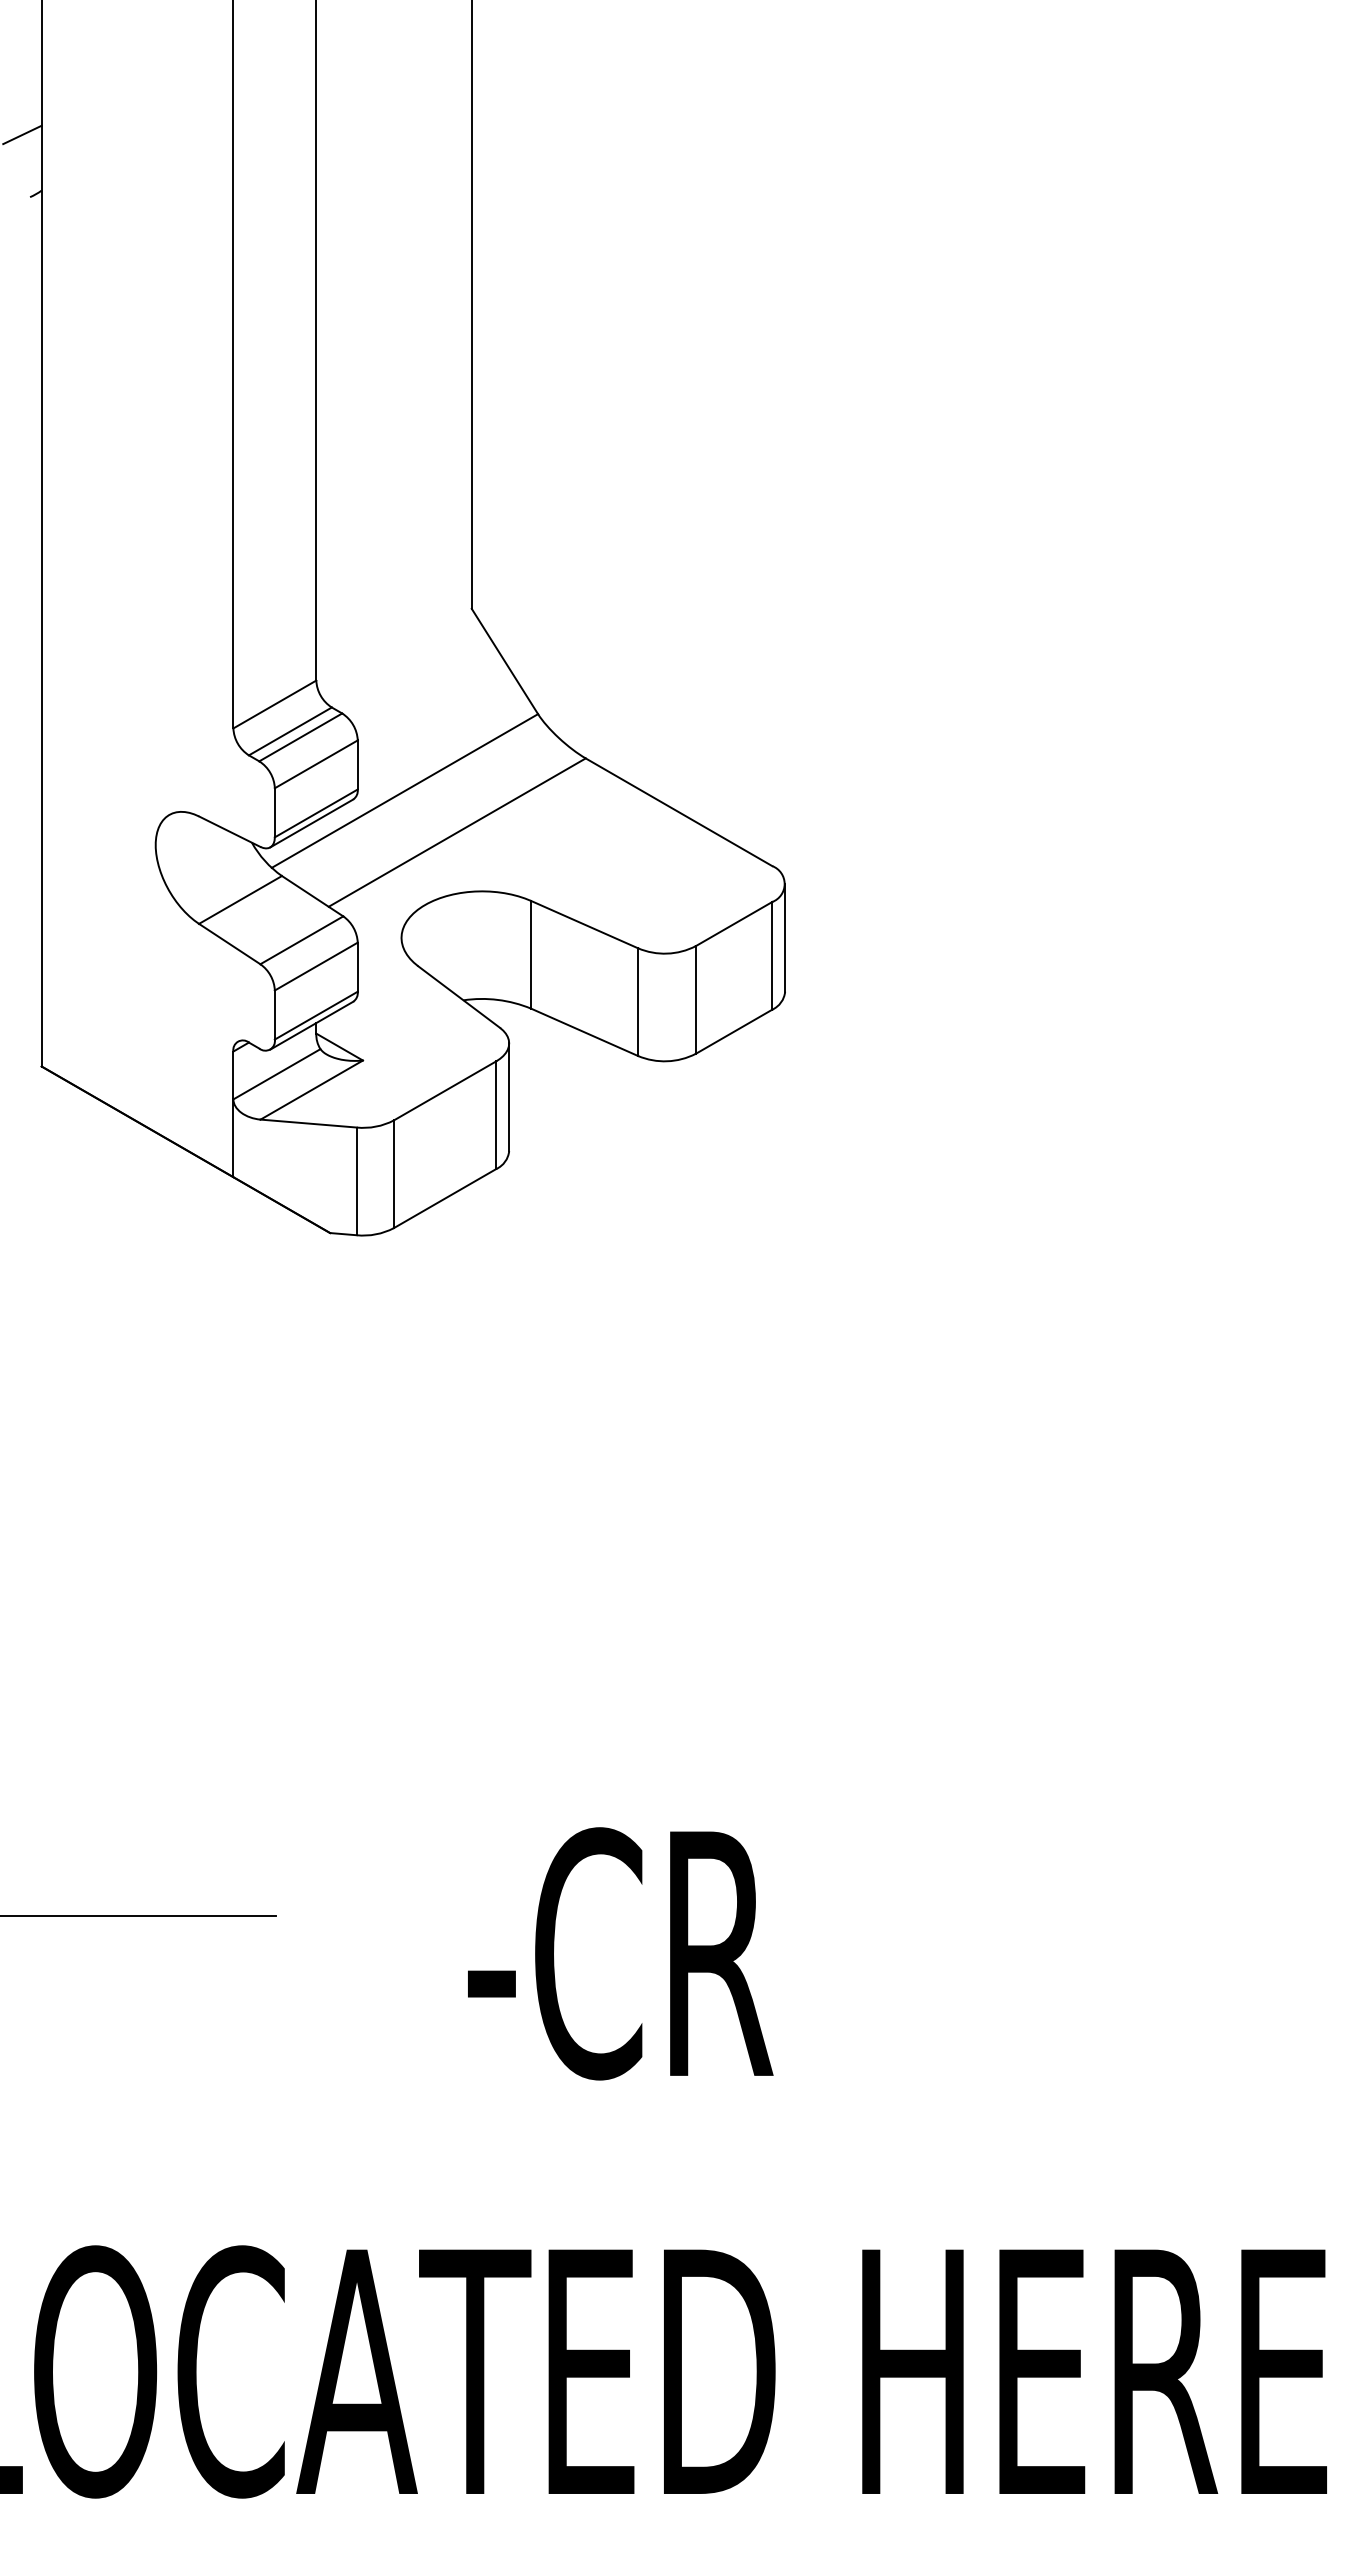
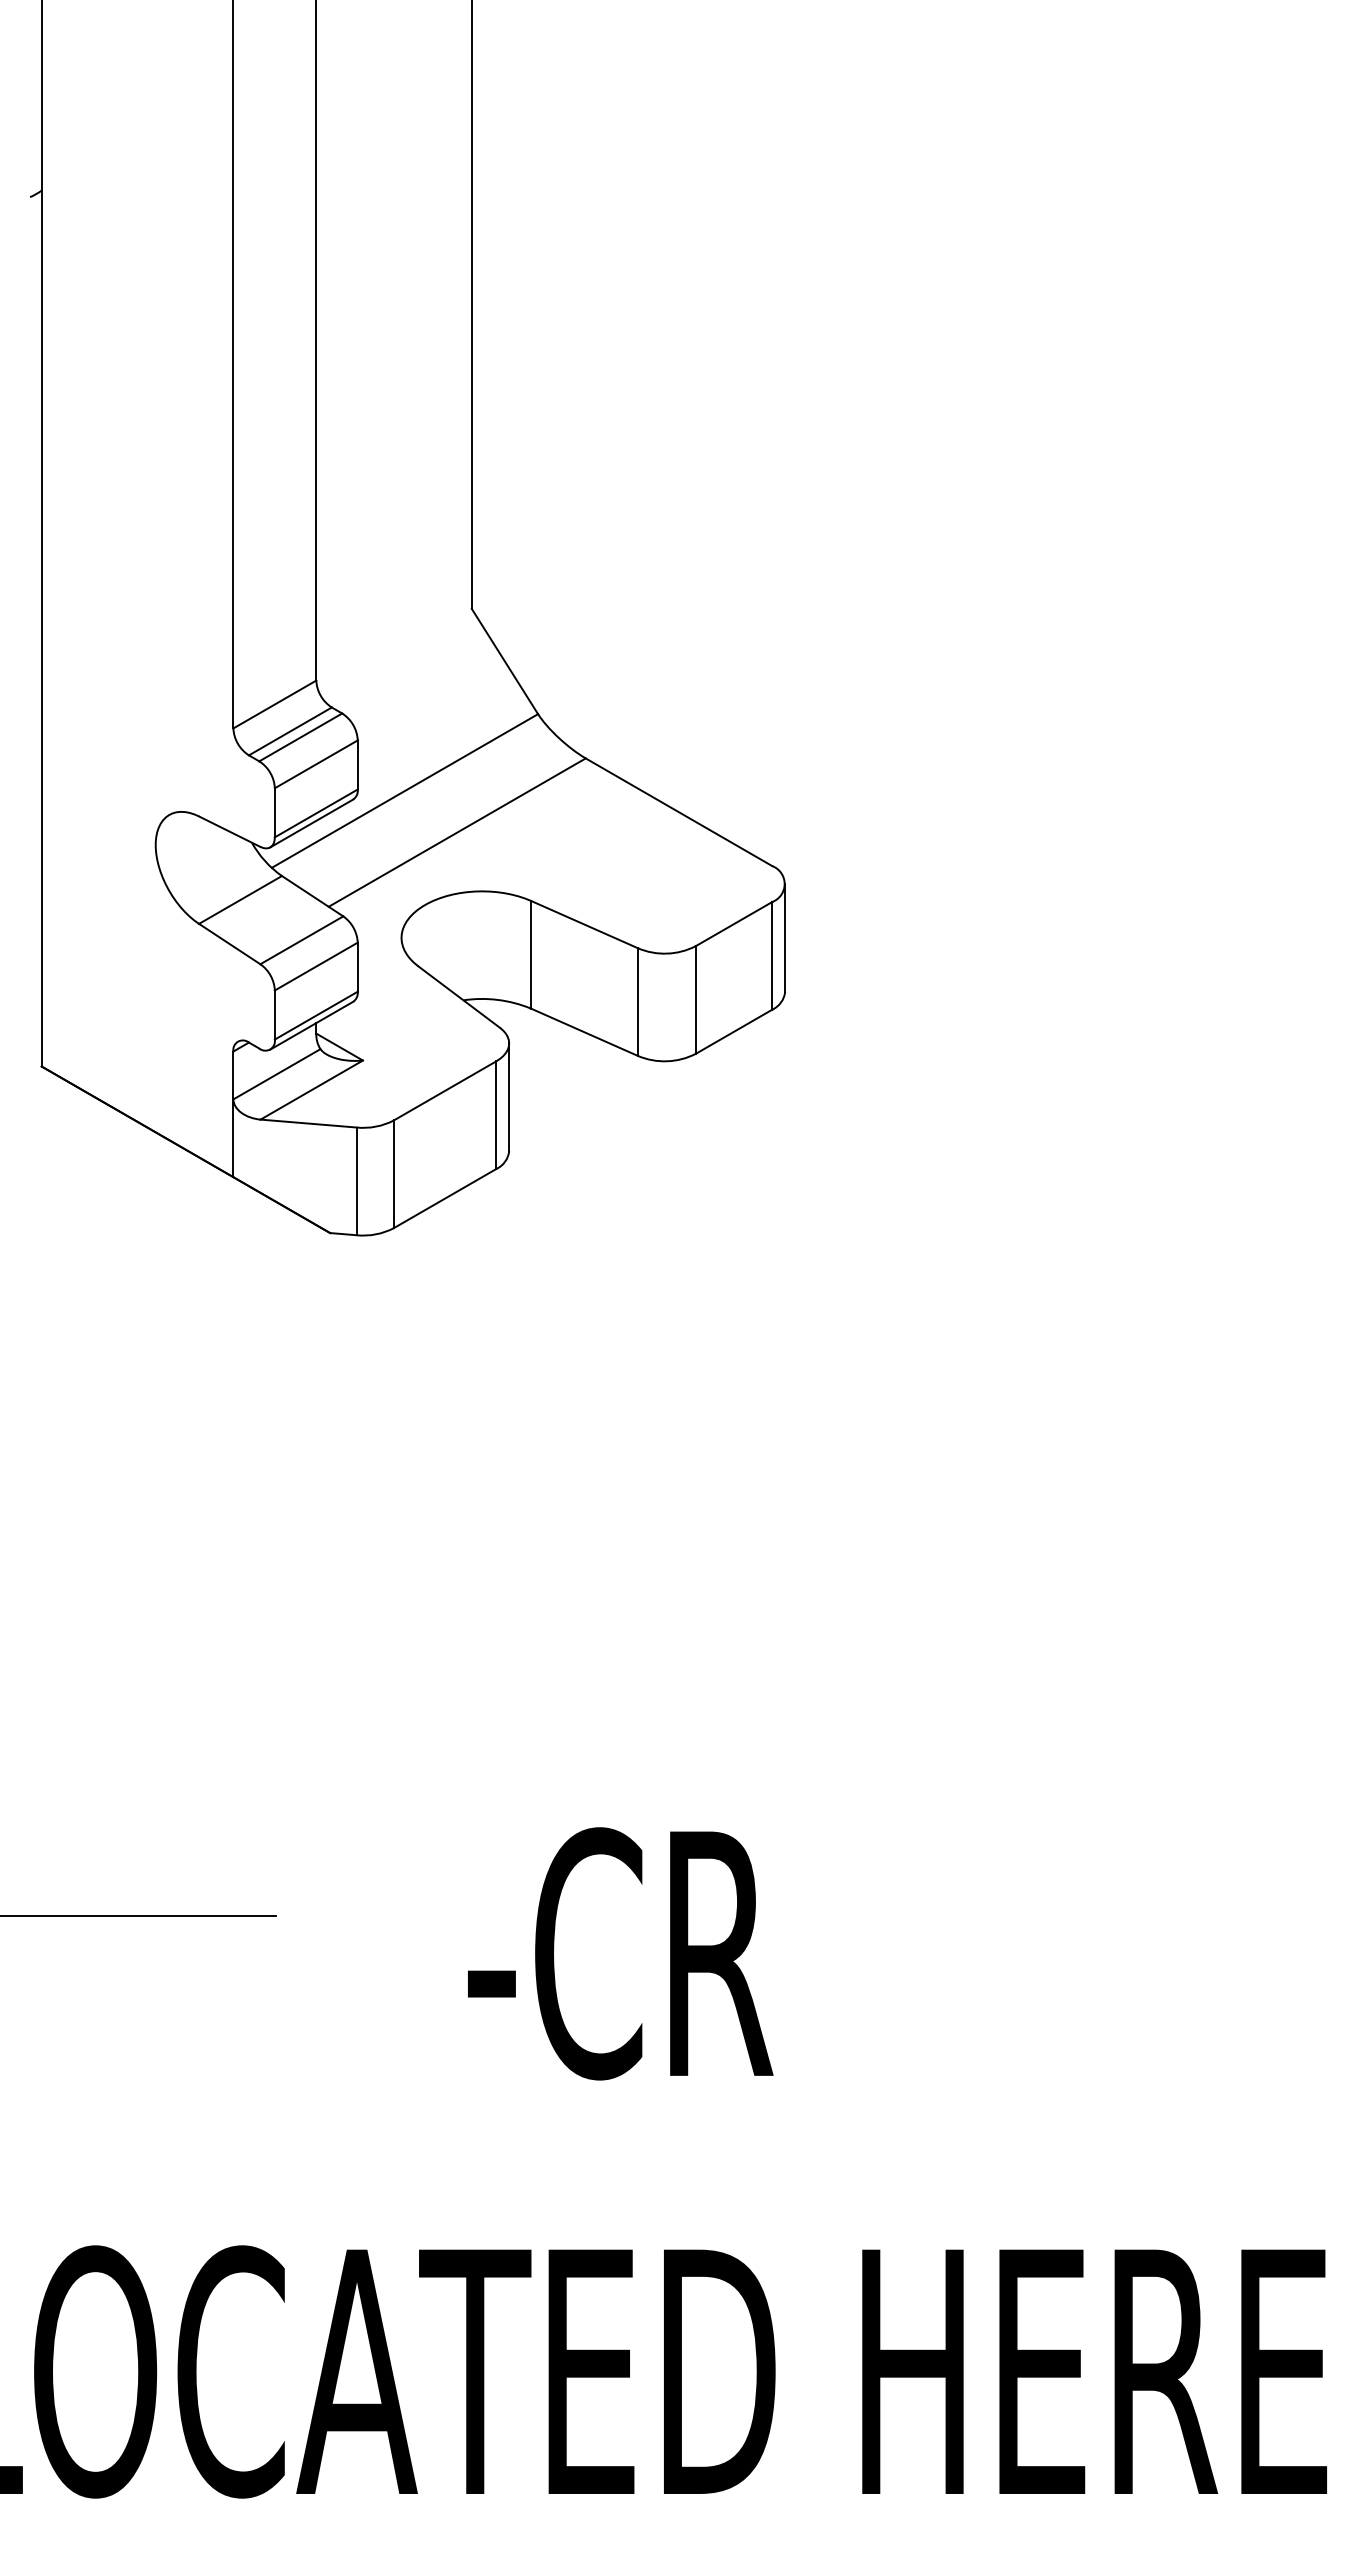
line at (22, 134): present -> none
